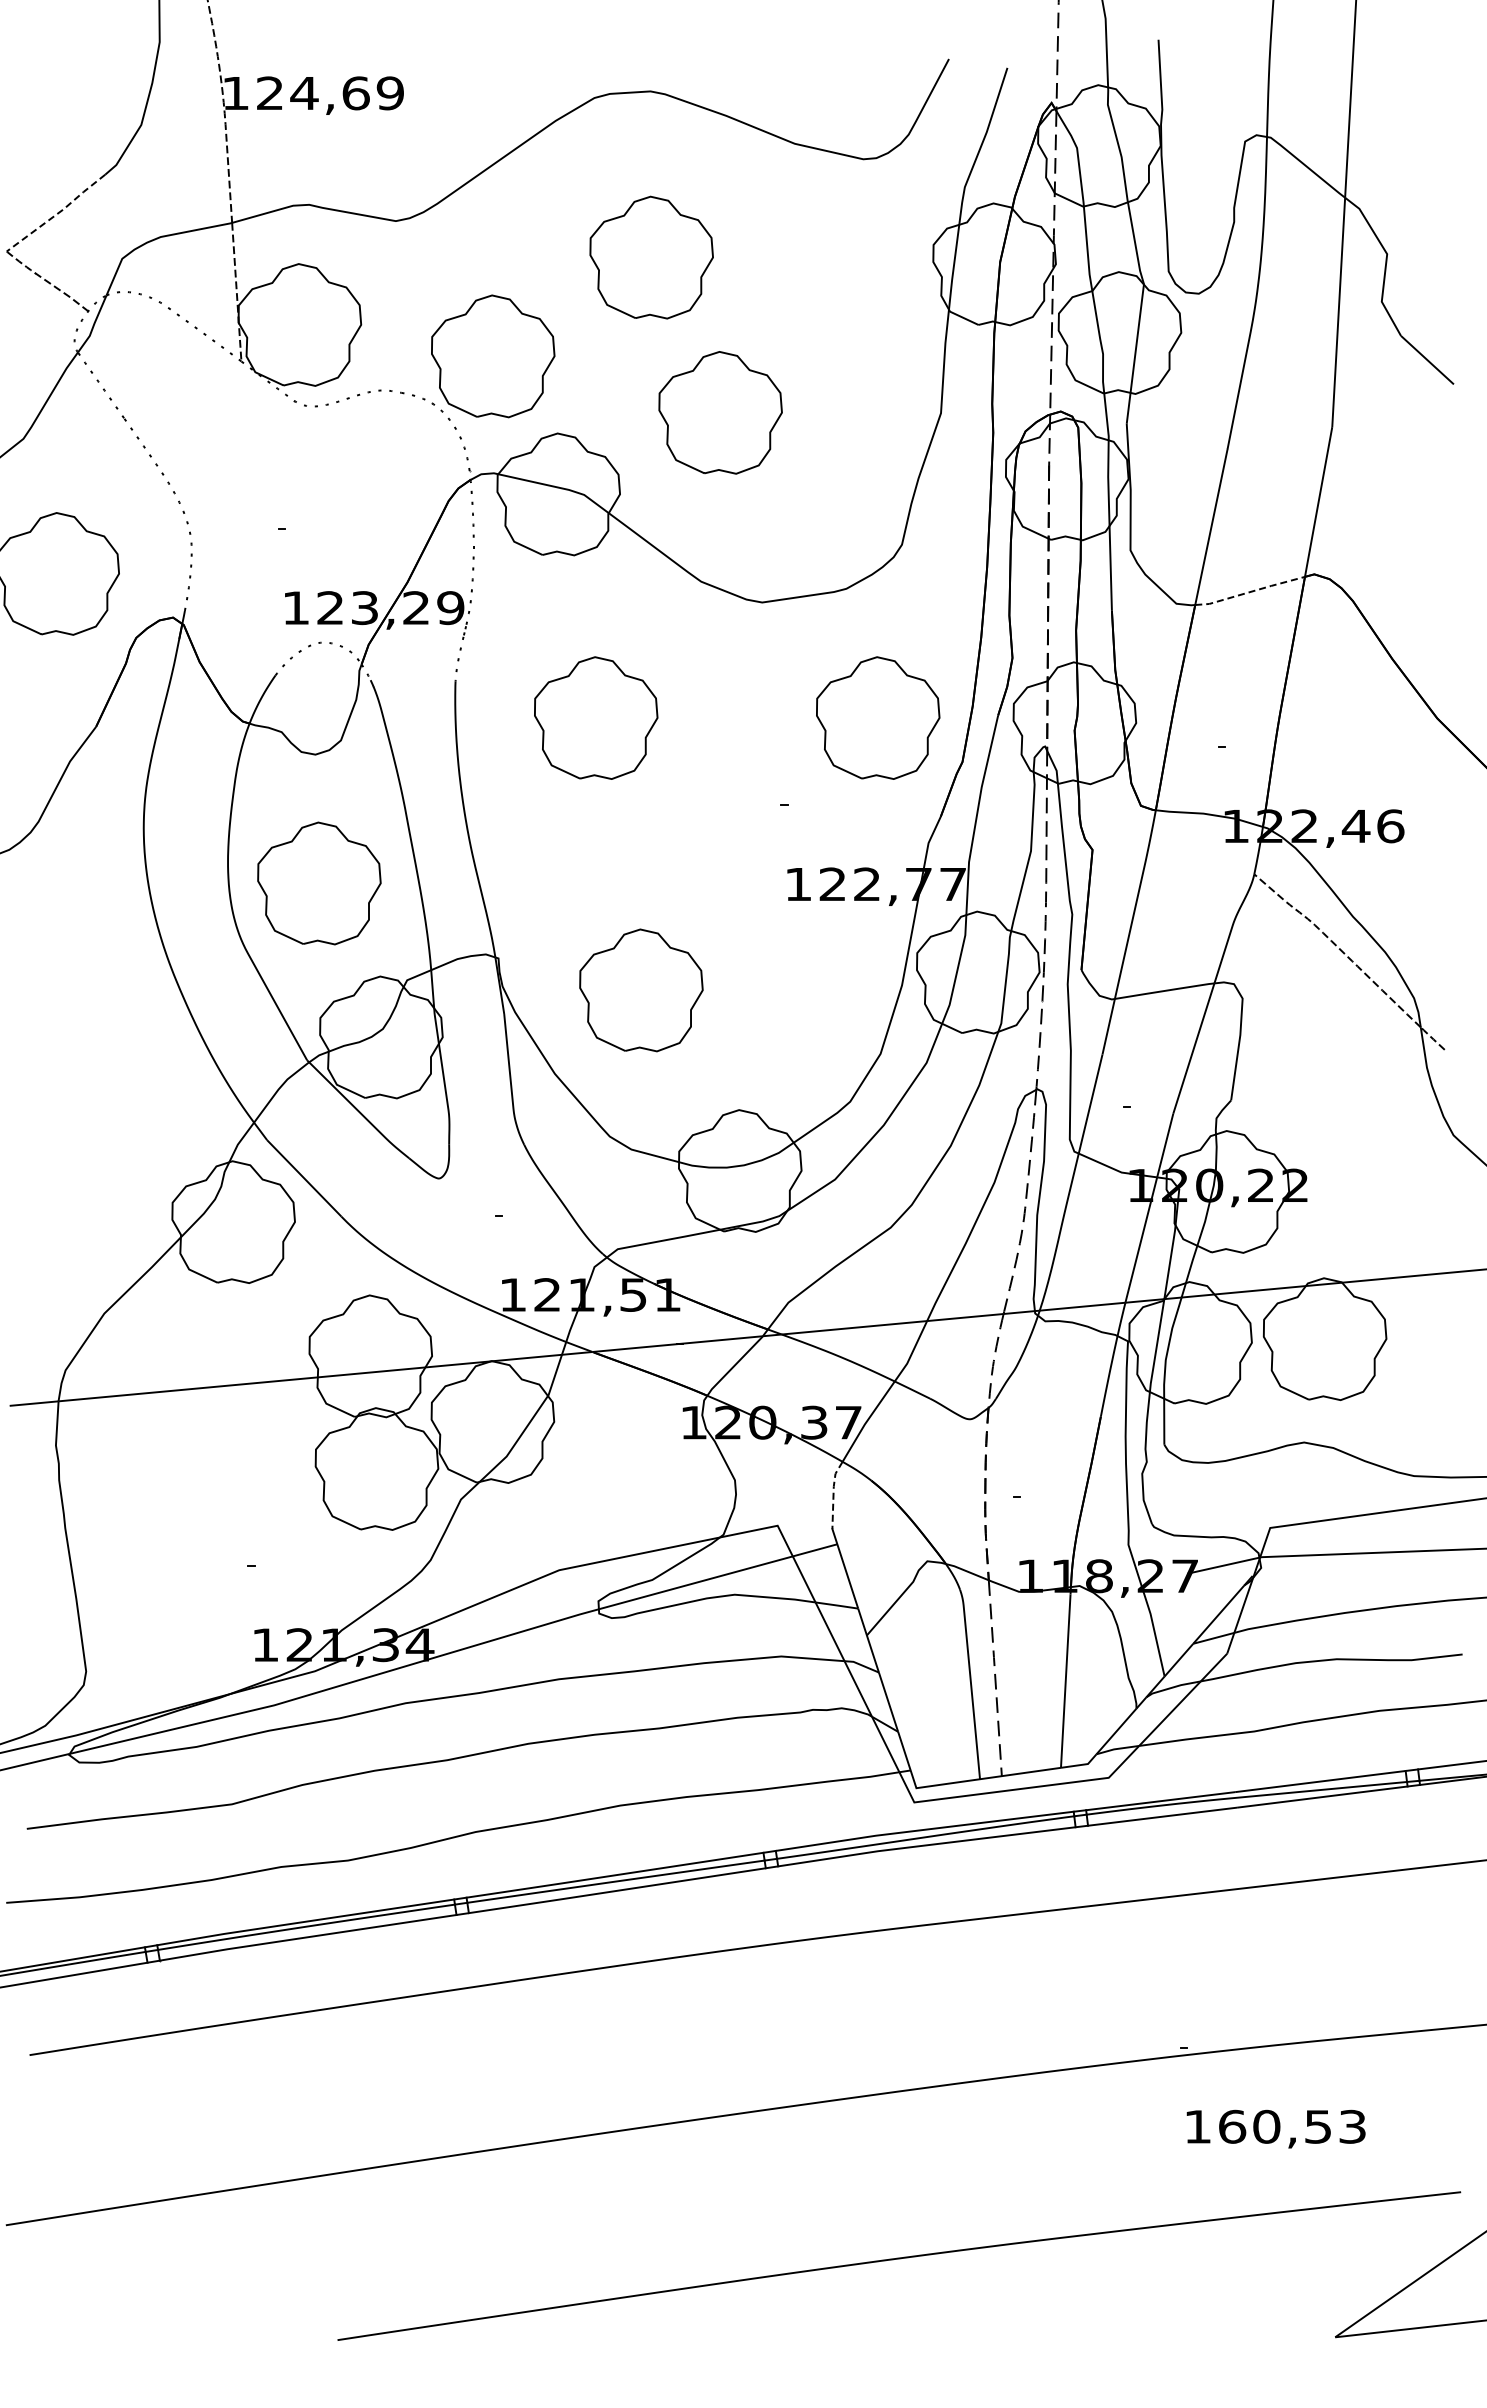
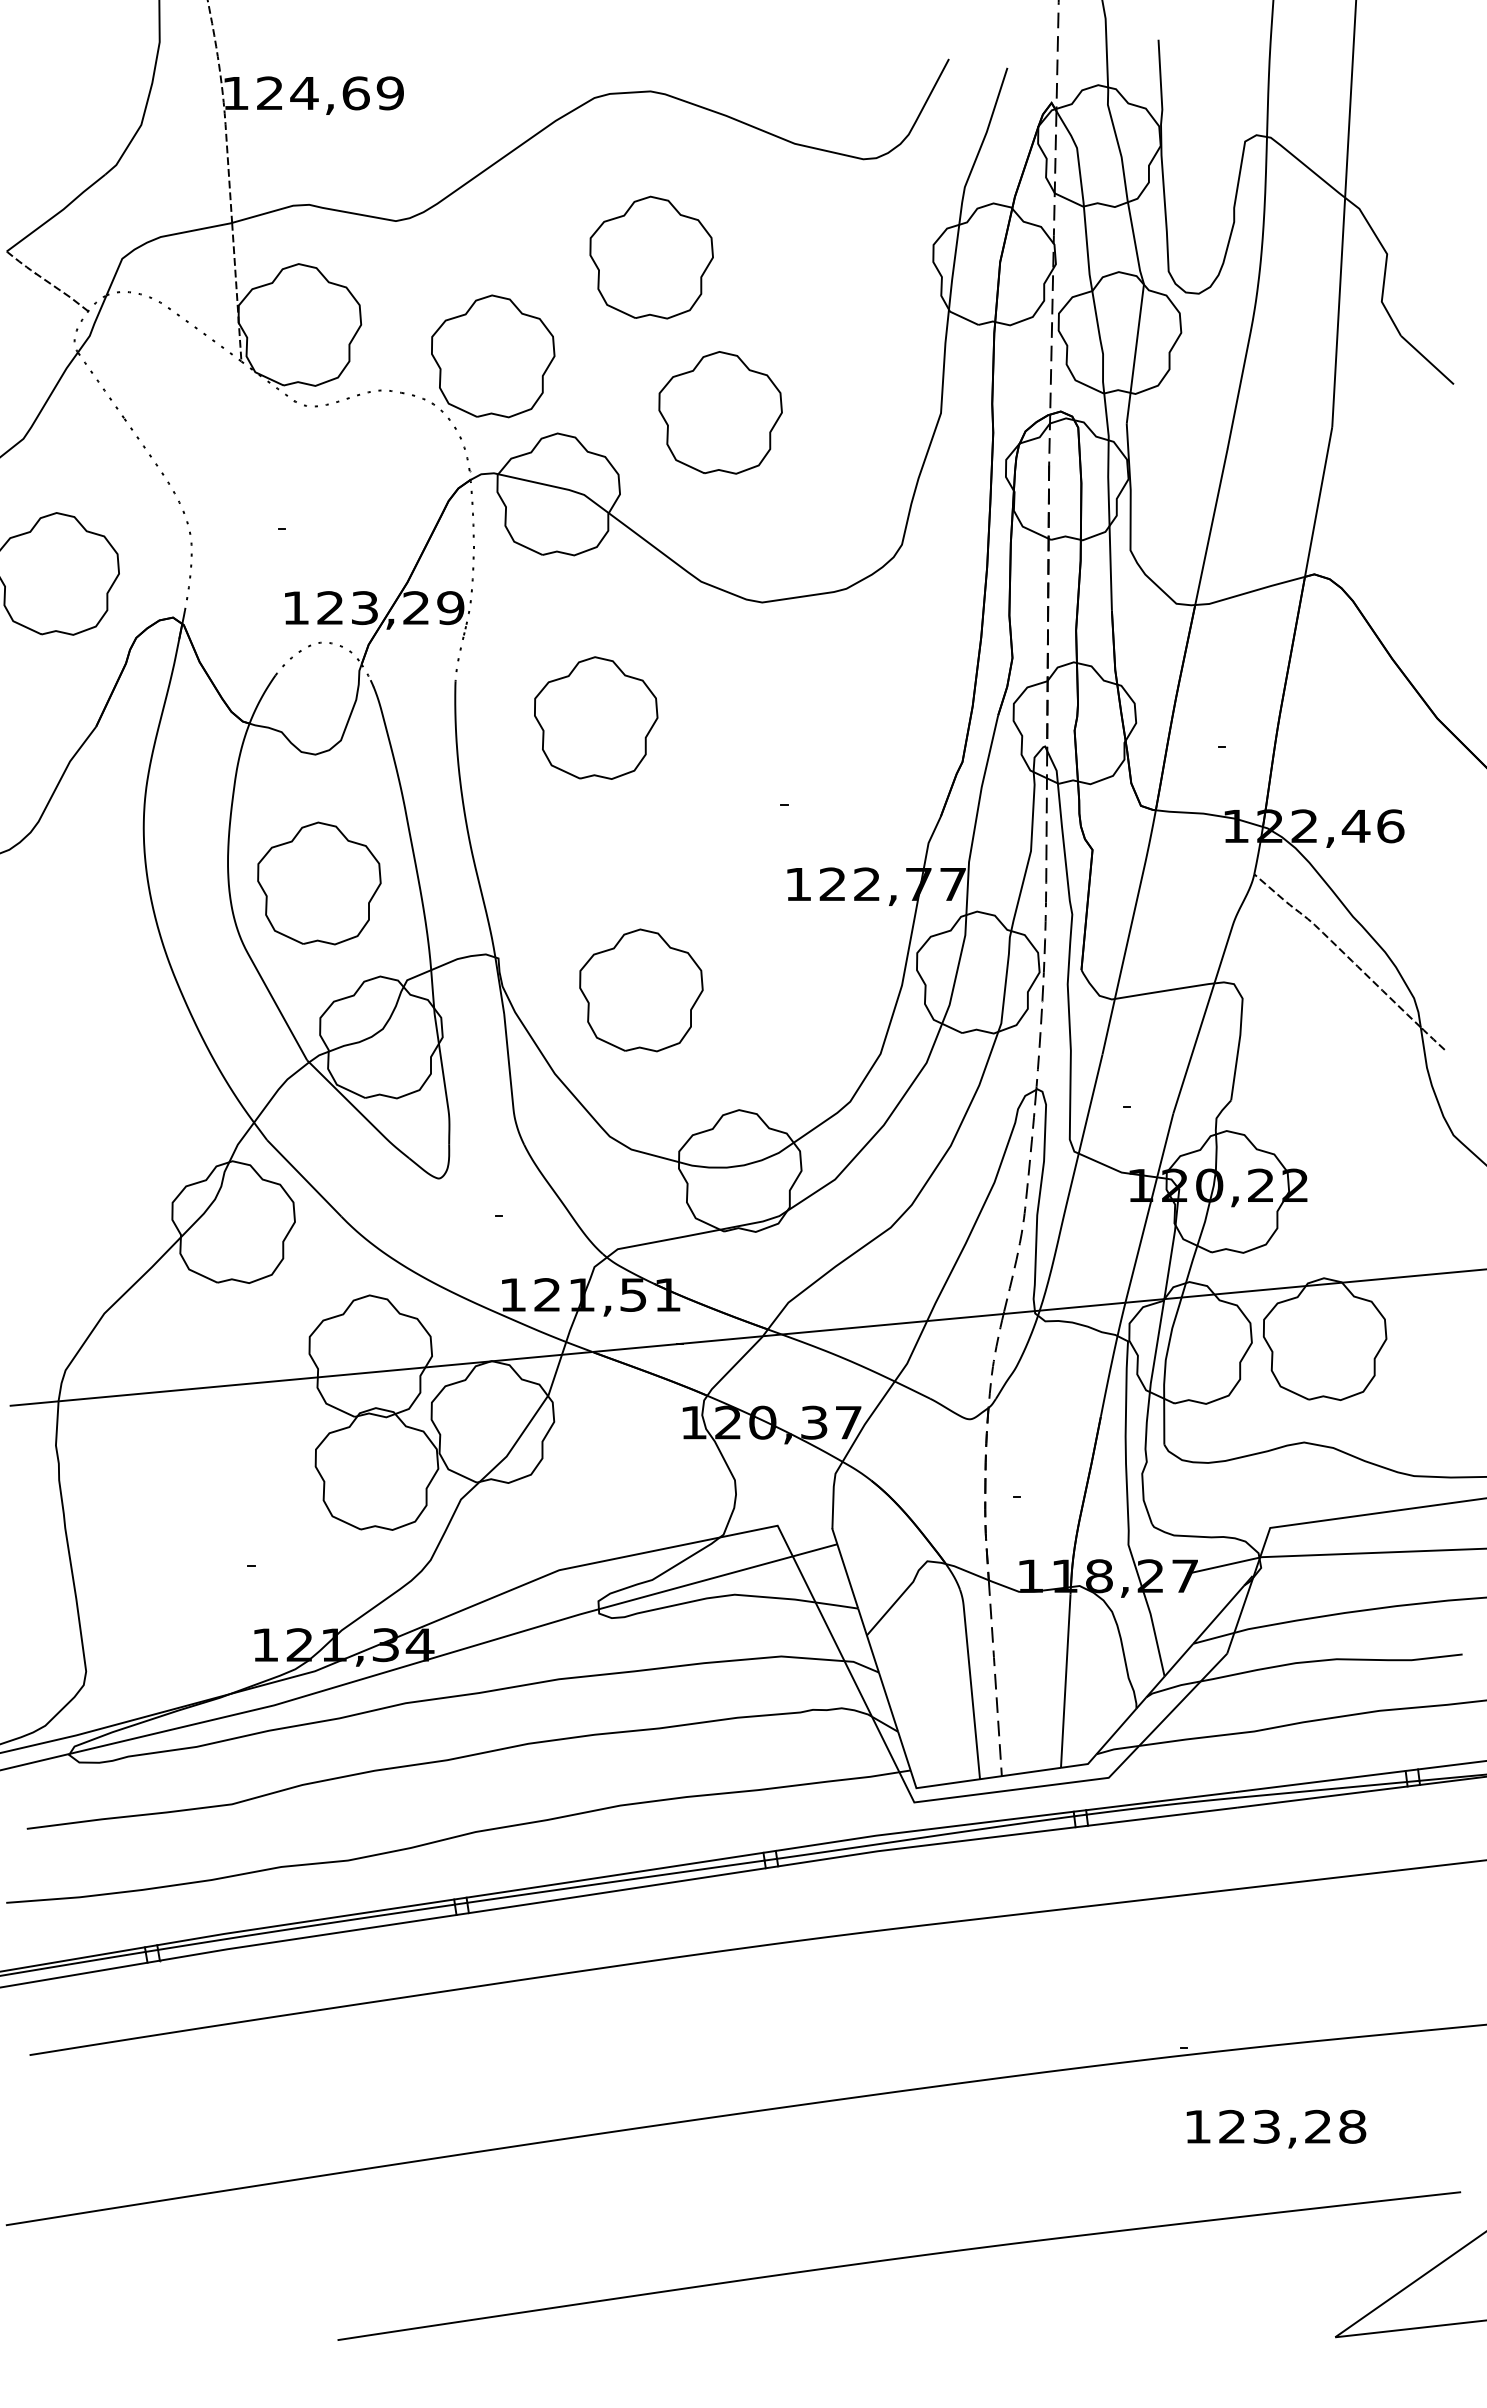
line at (57, 213): dashed -> solid
line at (1250, 592): dashed -> solid
part at (878, 717): present -> none
line at (833, 1493): dashed -> solid
text at (1292, 2126): 160,53 -> 123,28
